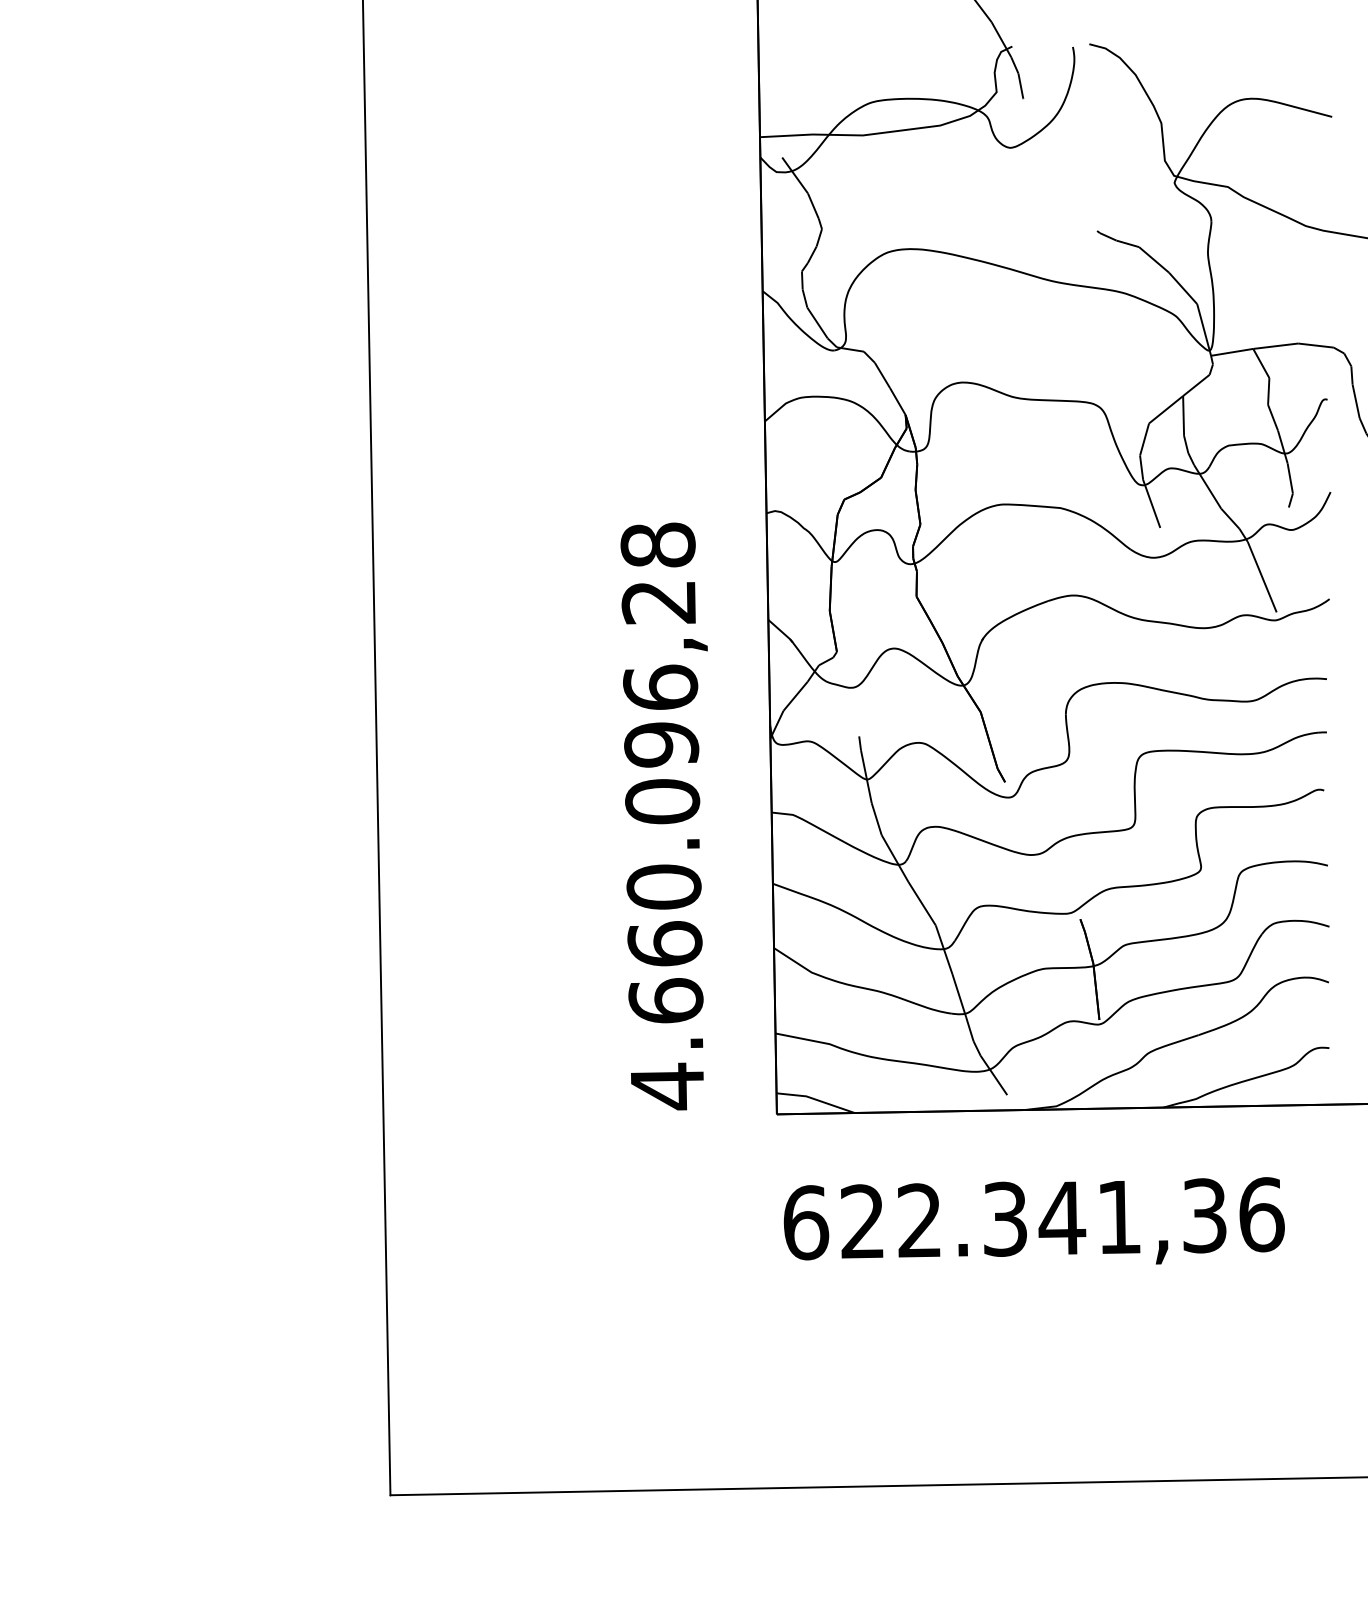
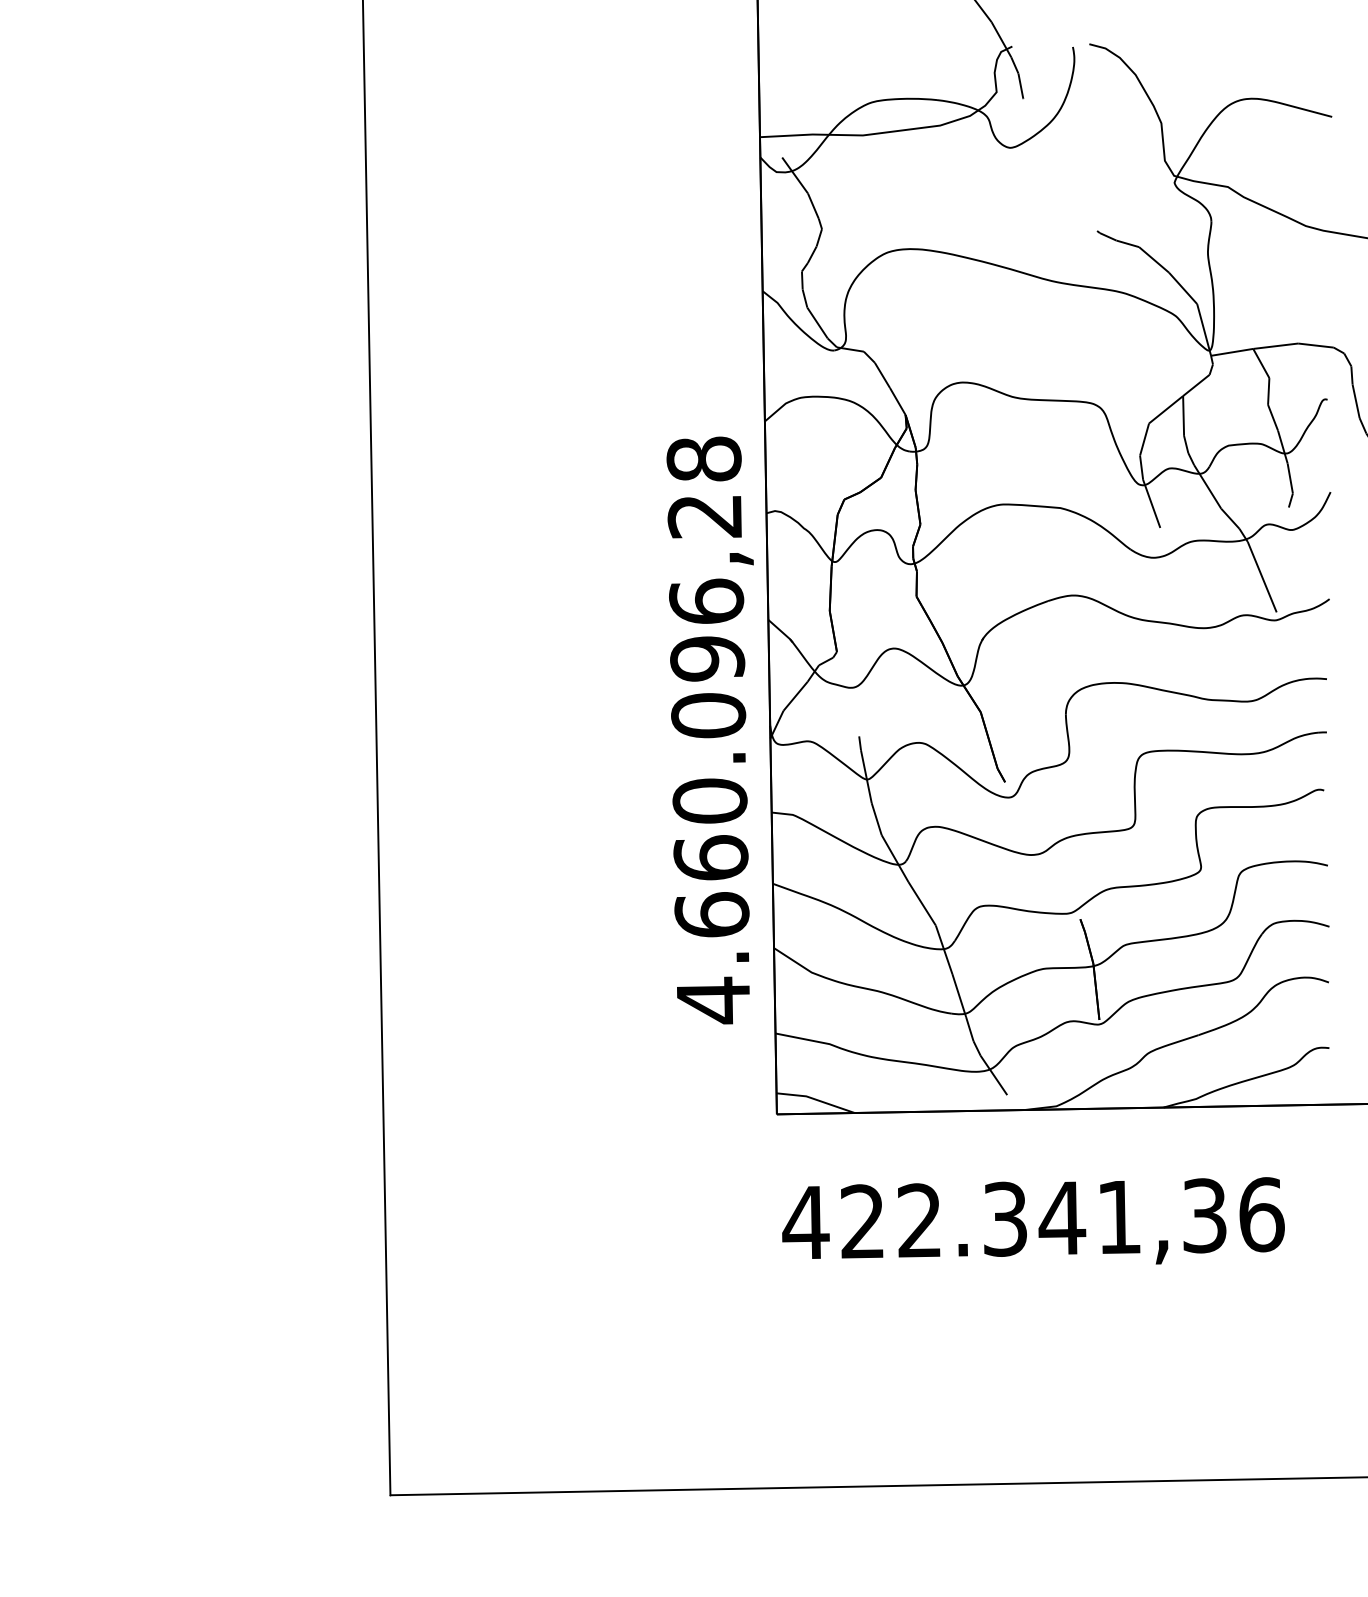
text at (663, 816) position: (663, 816) -> (709, 730)
text at (805, 1222): 622.341,36 -> 422.341,36
